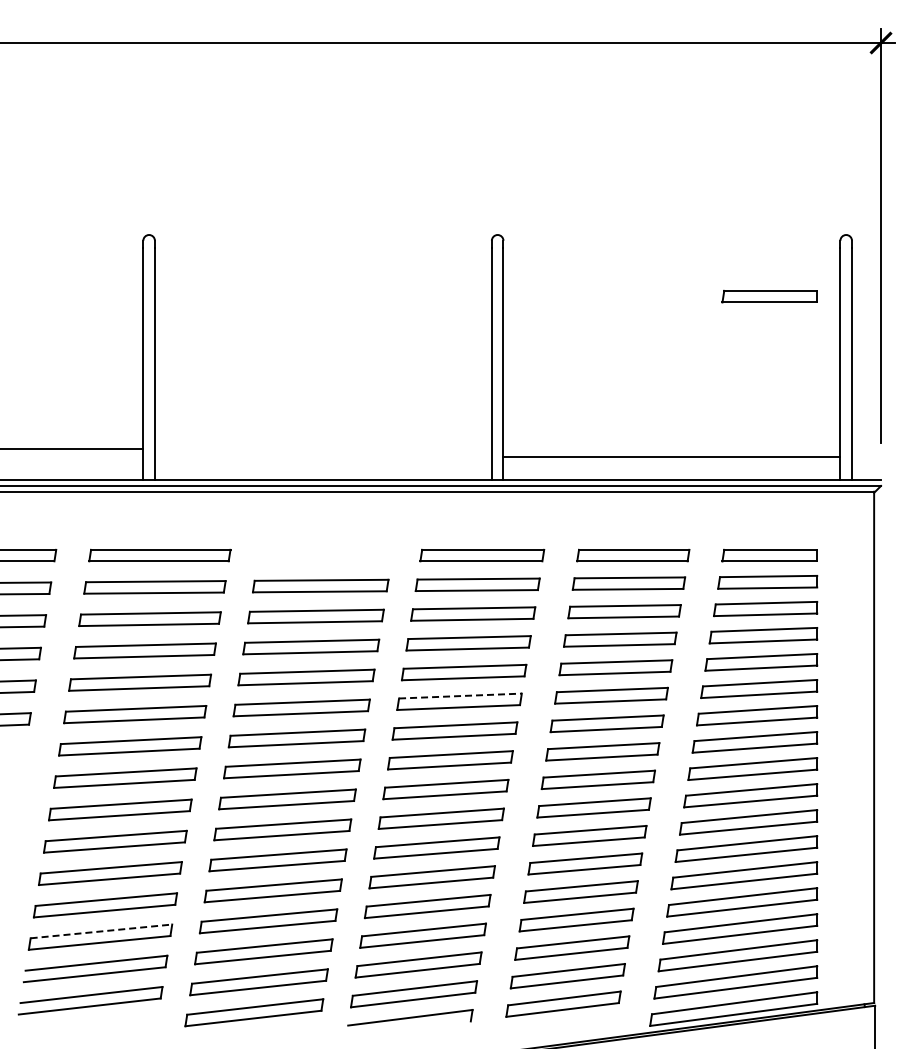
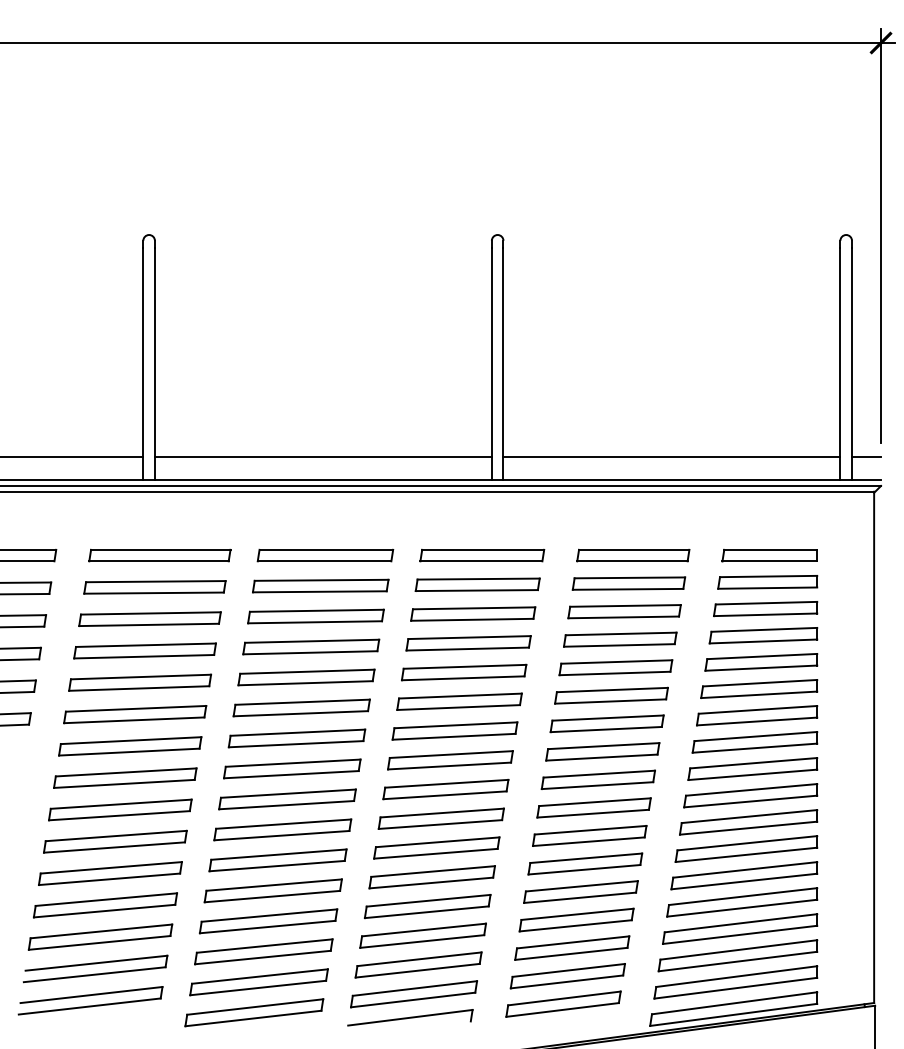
part at (769, 296): present -> none
line at (72, 448) position: (72, 448) -> (72, 456)
line at (322, 456): none -> present
line at (866, 456): none -> present
part at (325, 555): none -> present
line at (460, 696): dashed -> solid
line at (101, 931): dashed -> solid
